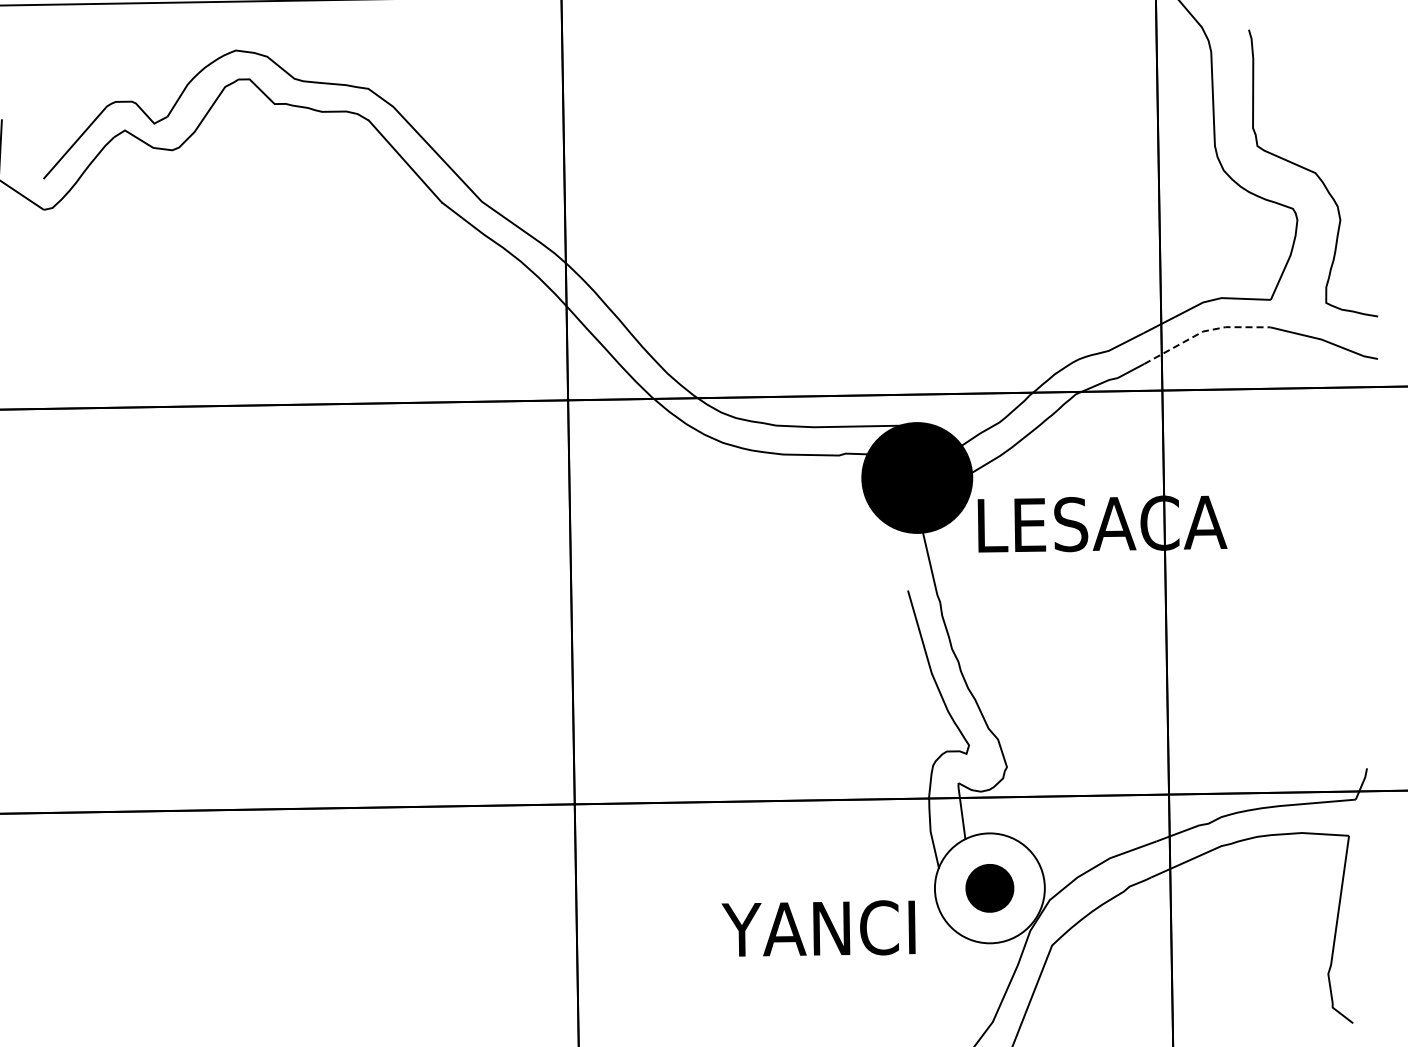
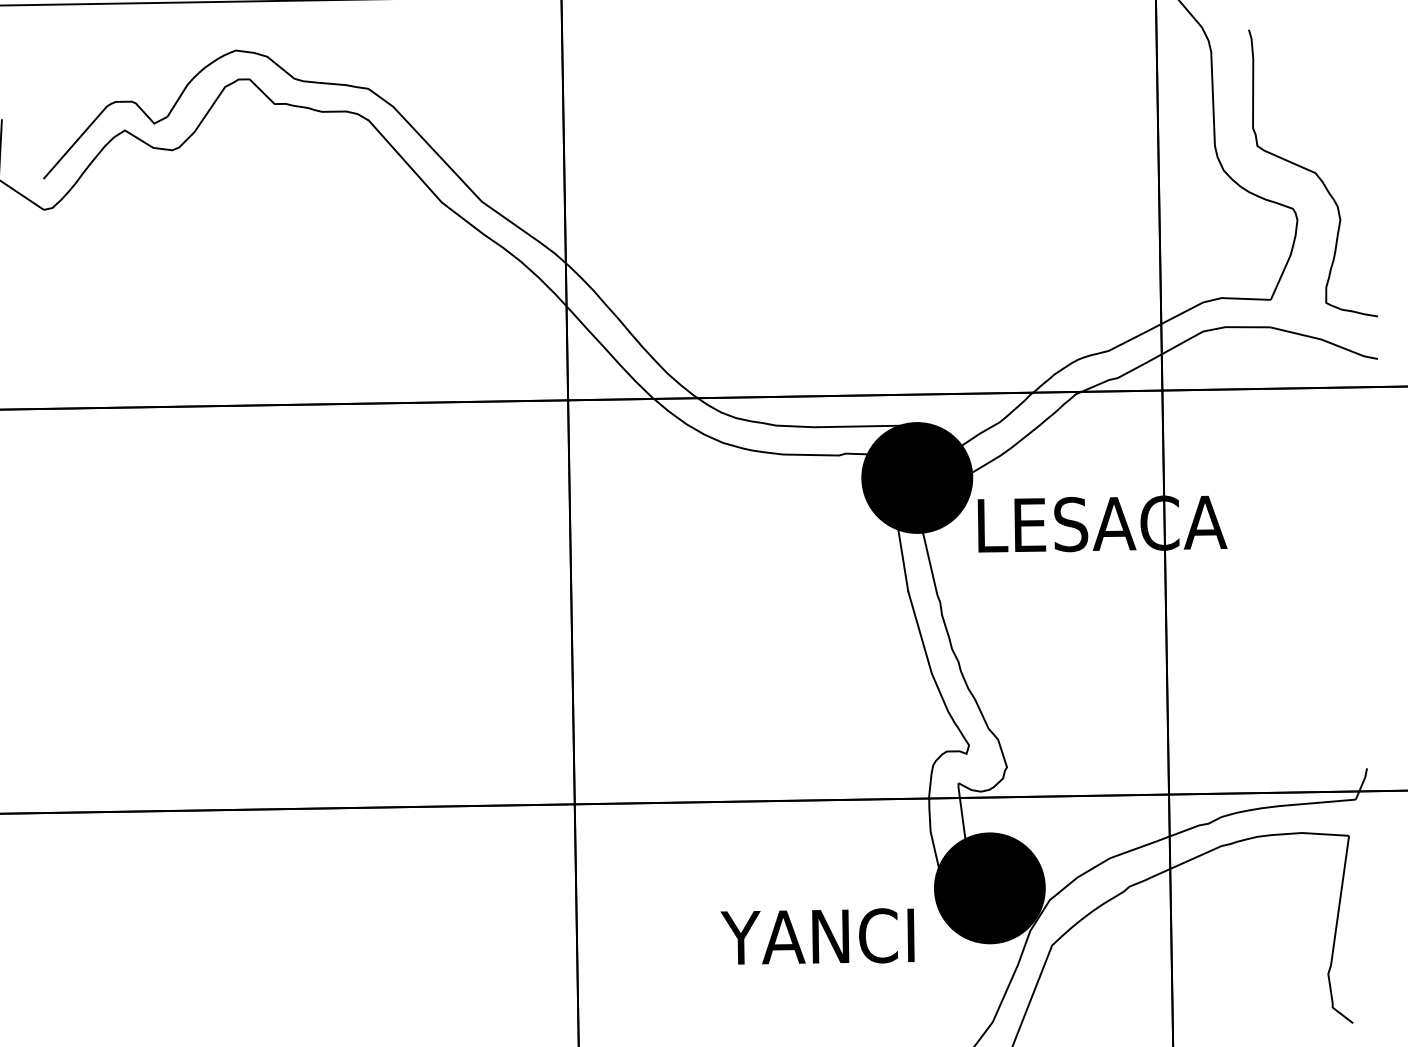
line at (1203, 331): dashed -> solid
line at (903, 559): none -> present
fill at (989, 888): none -> present
text at (818, 928) position: (818, 928) -> (817, 936)
